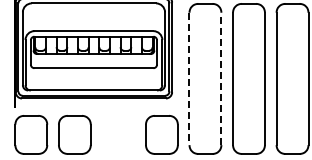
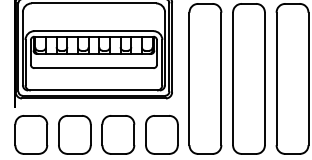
line at (221, 78): dashed -> solid
line at (189, 79): dashed -> solid
part at (118, 134): none -> present
